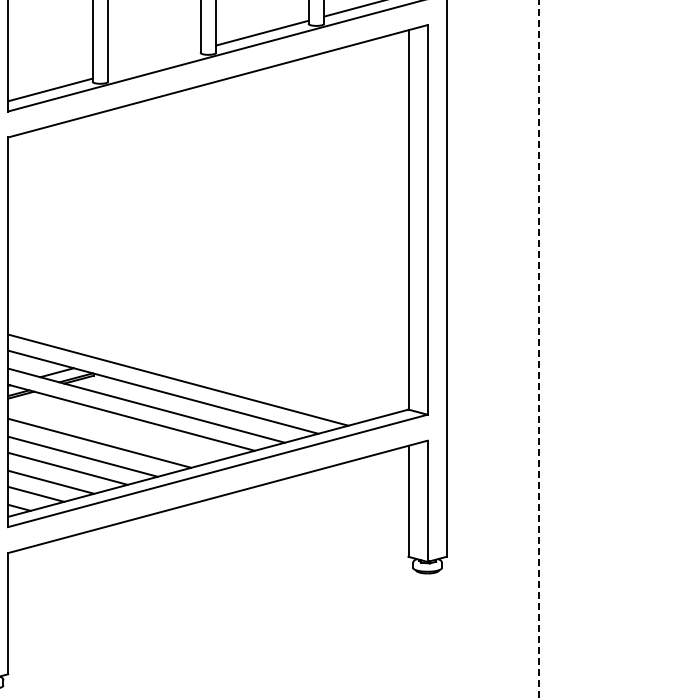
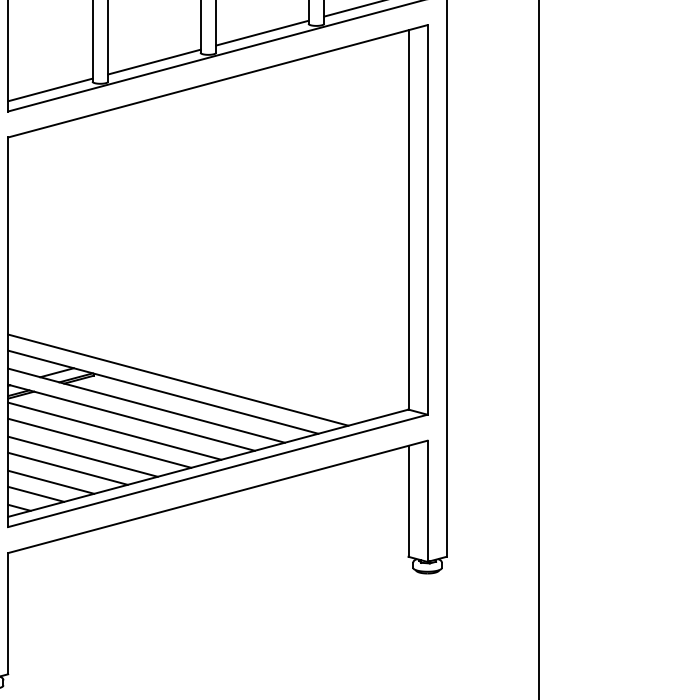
line at (154, 61): none -> present
line at (538, 350): dashed -> solid
line at (114, 430): none -> present
